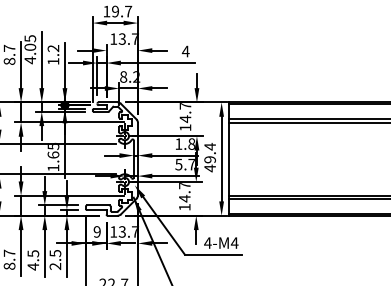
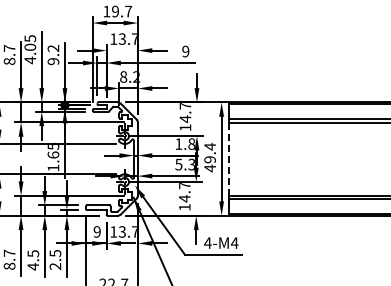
text at (185, 51): 4 -> 9
text at (53, 61): 1.2 -> 9.2
line at (229, 159): solid -> dashed
text at (191, 164): 5.7 -> 5.3
